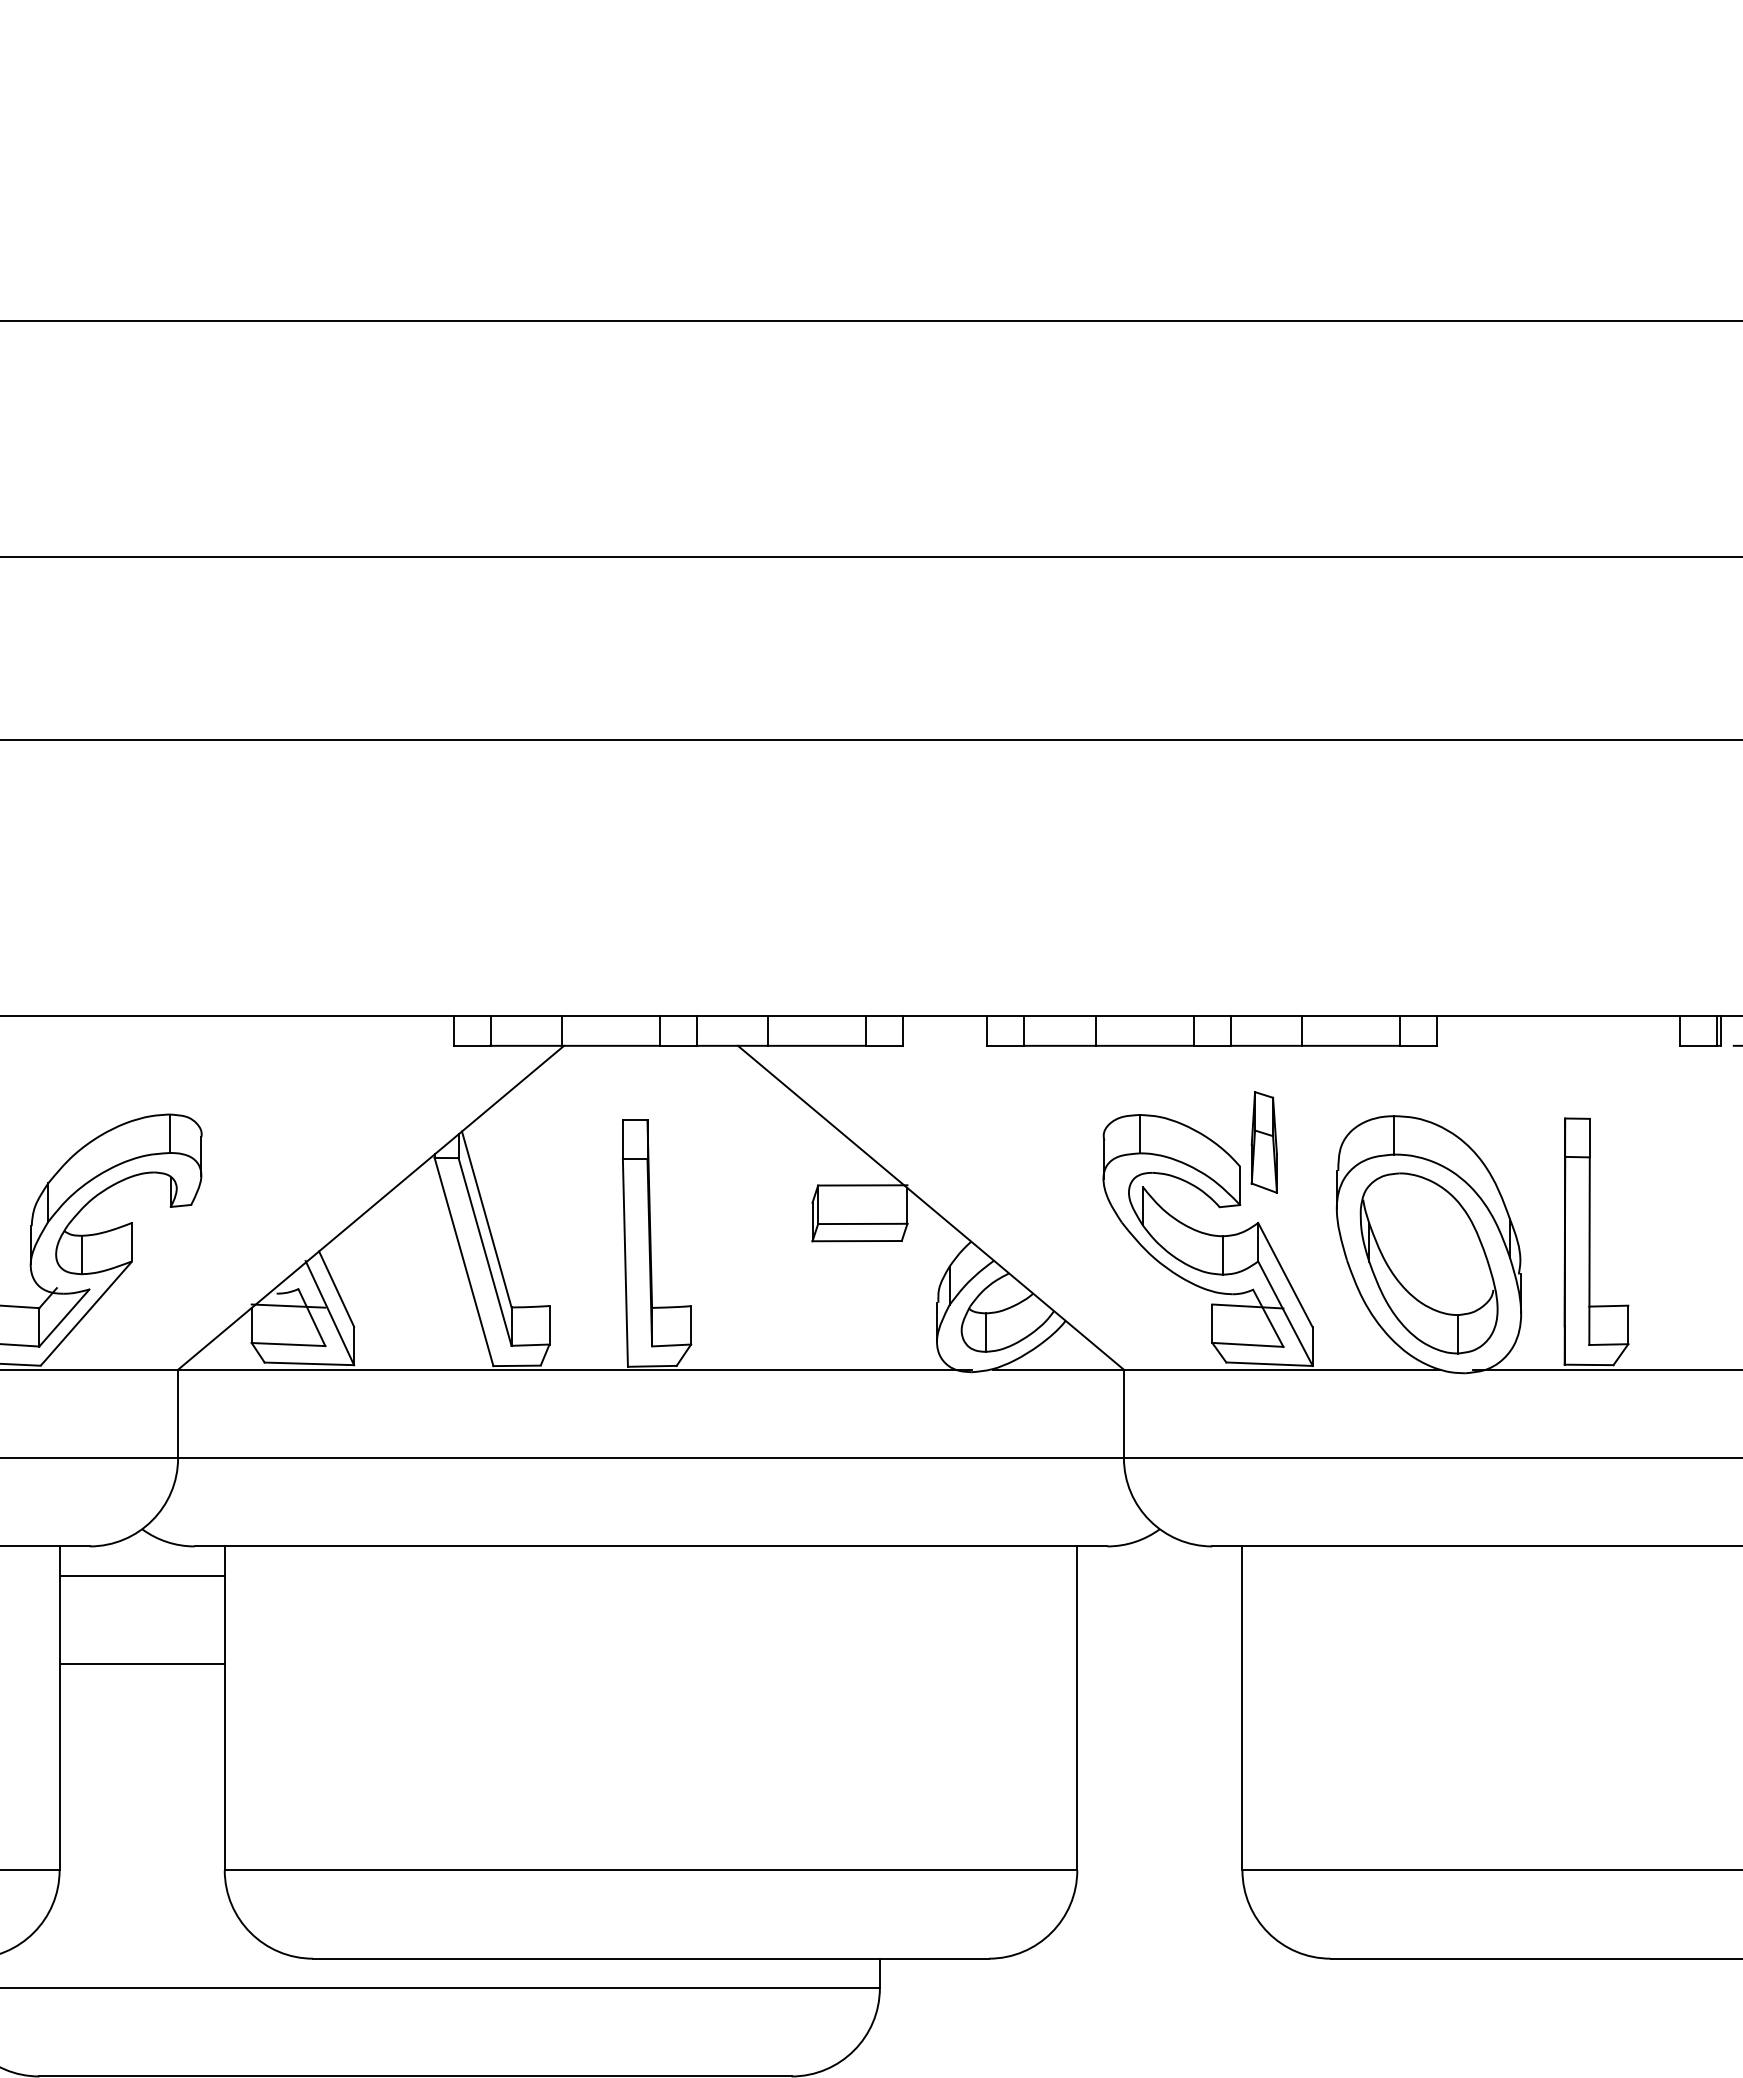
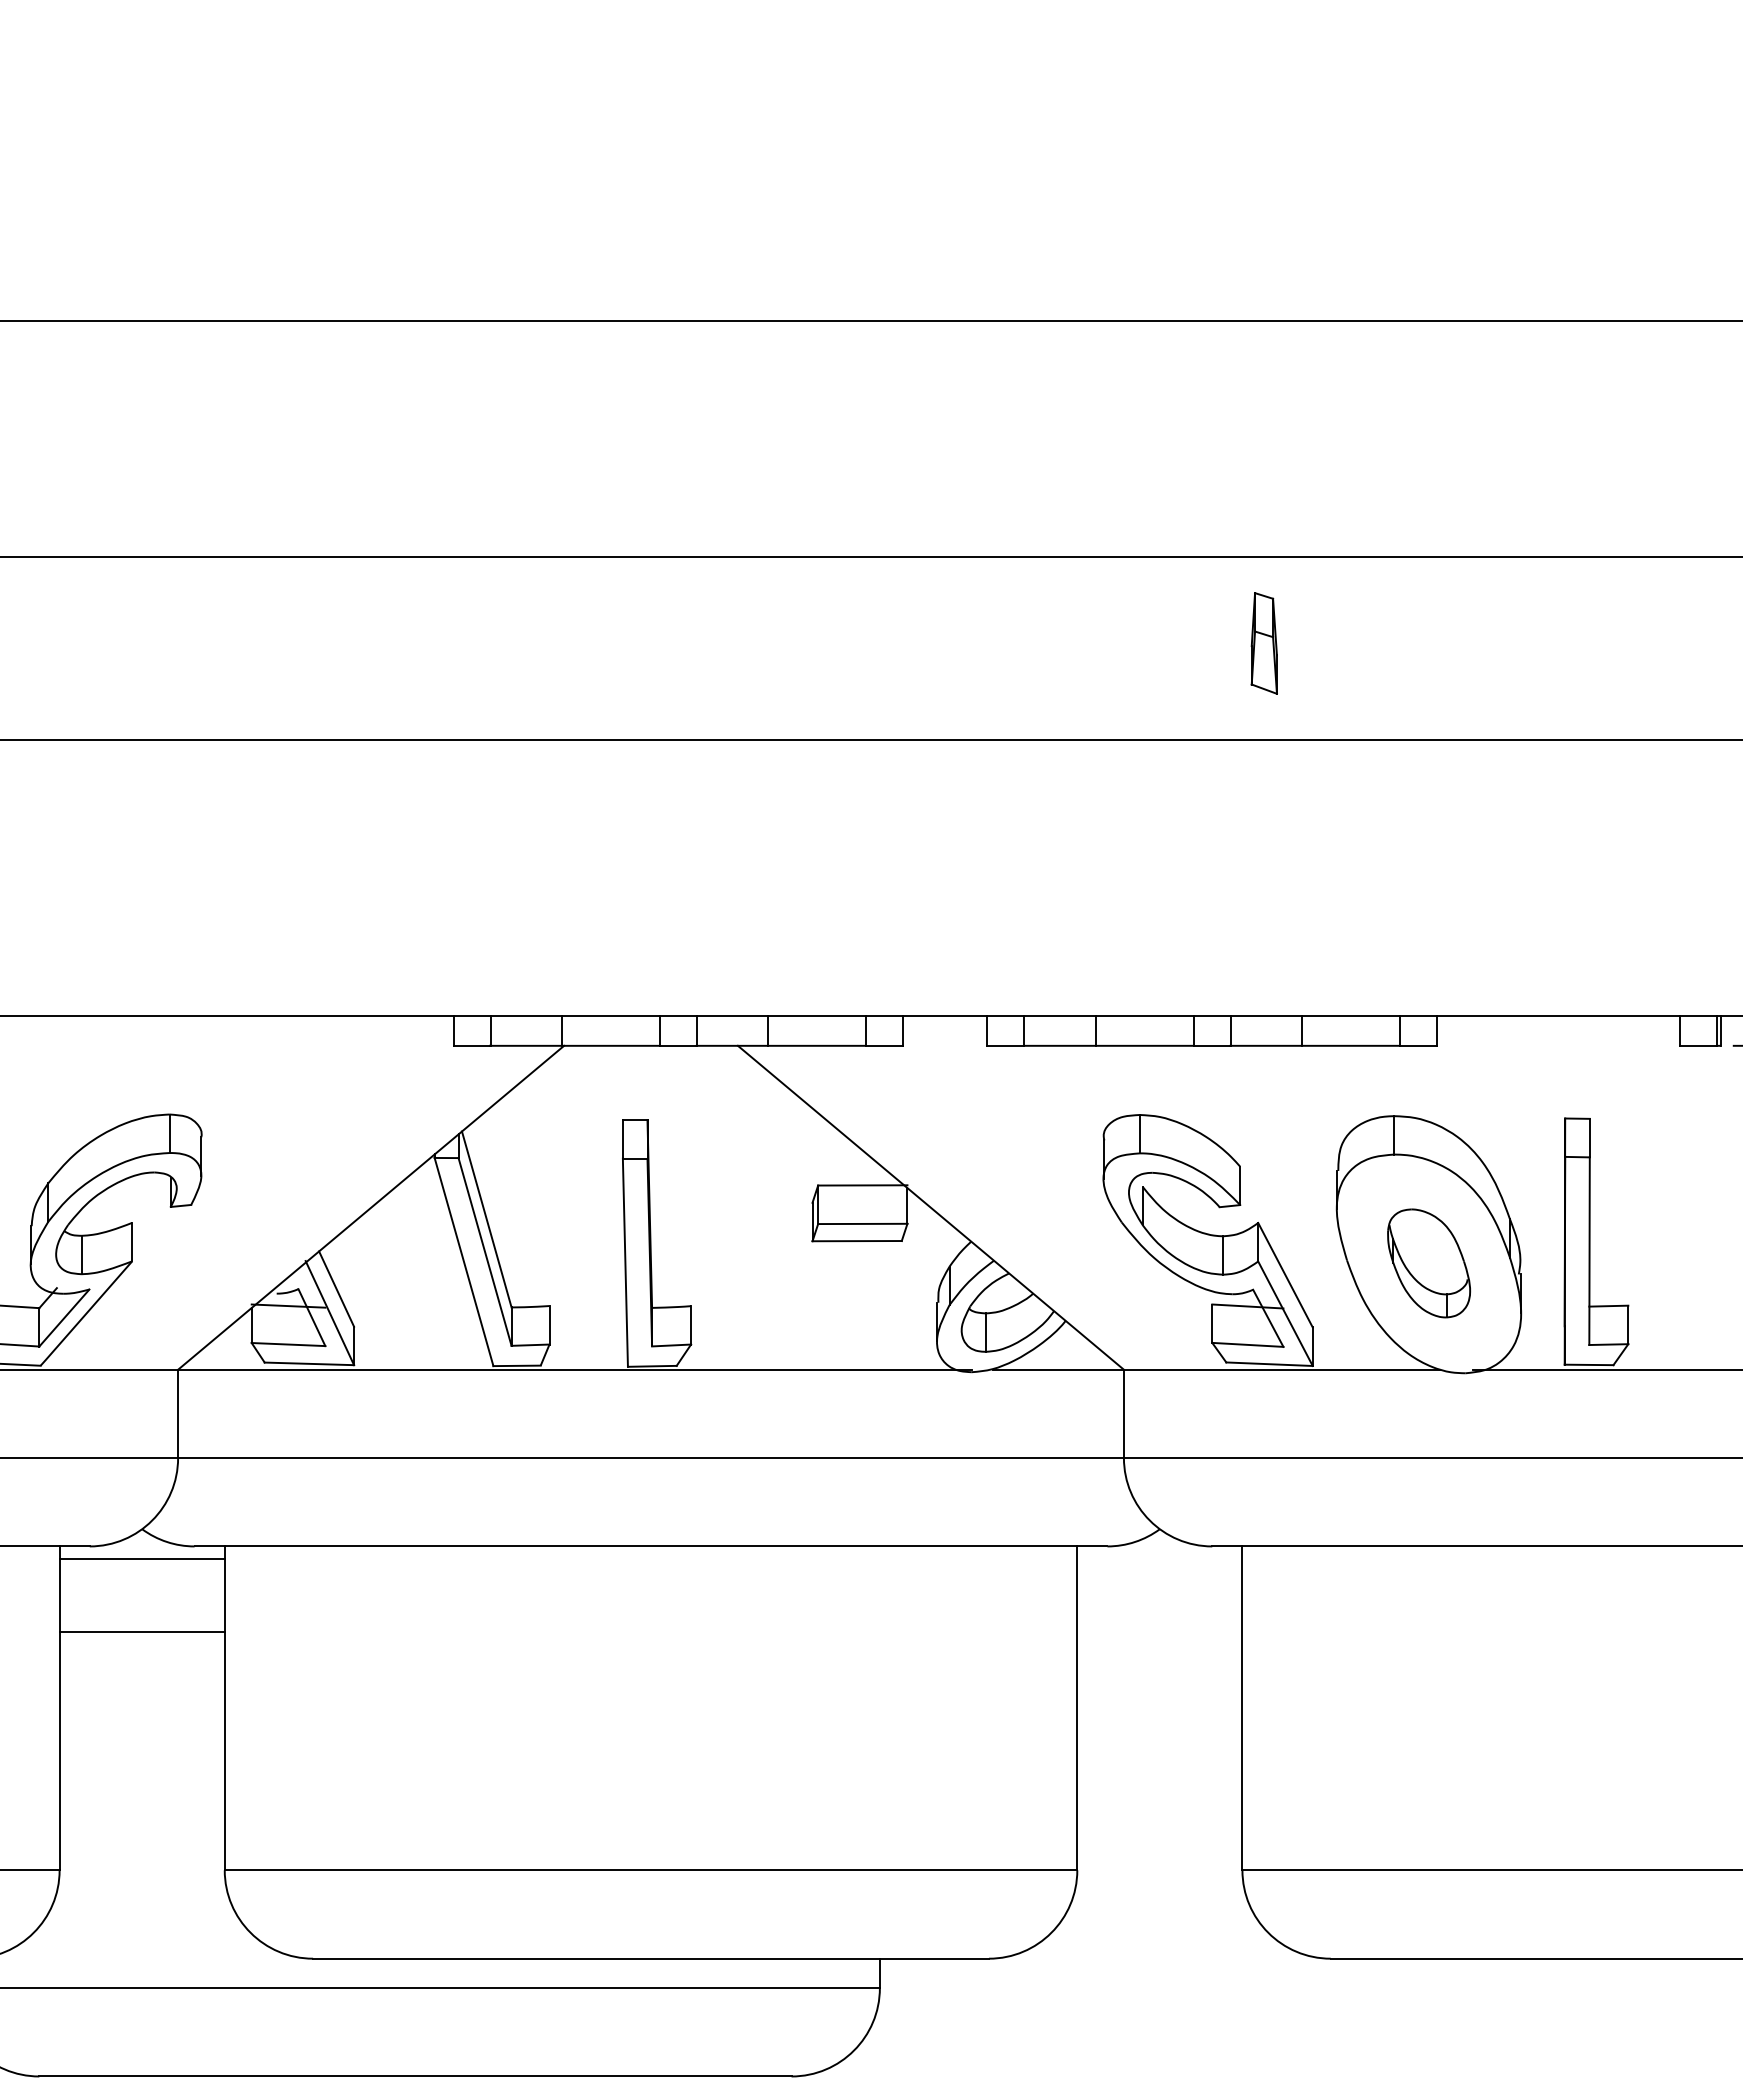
part at (1263, 1142) position: (1263, 1142) -> (1263, 643)
part at (1428, 1263) size: 140x183 px -> 85x111 px
line at (141, 1575) position: (141, 1575) -> (141, 1558)
line at (141, 1664) position: (141, 1664) -> (141, 1632)
